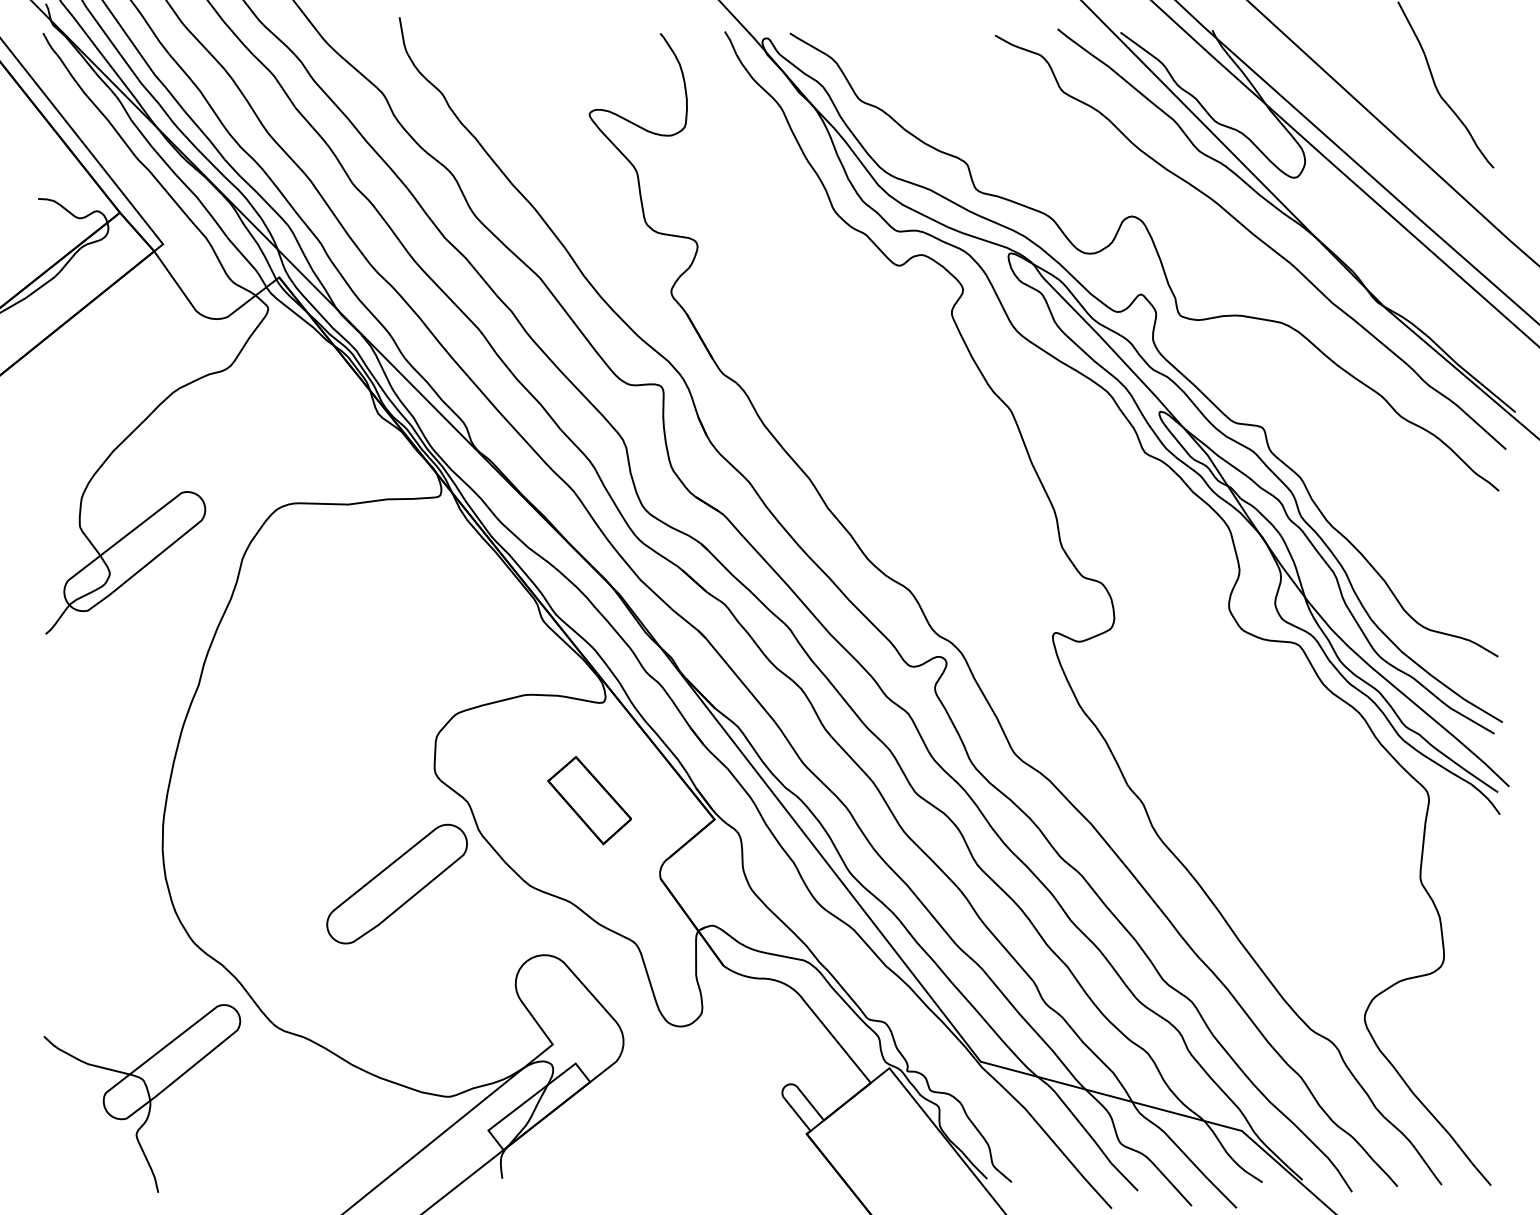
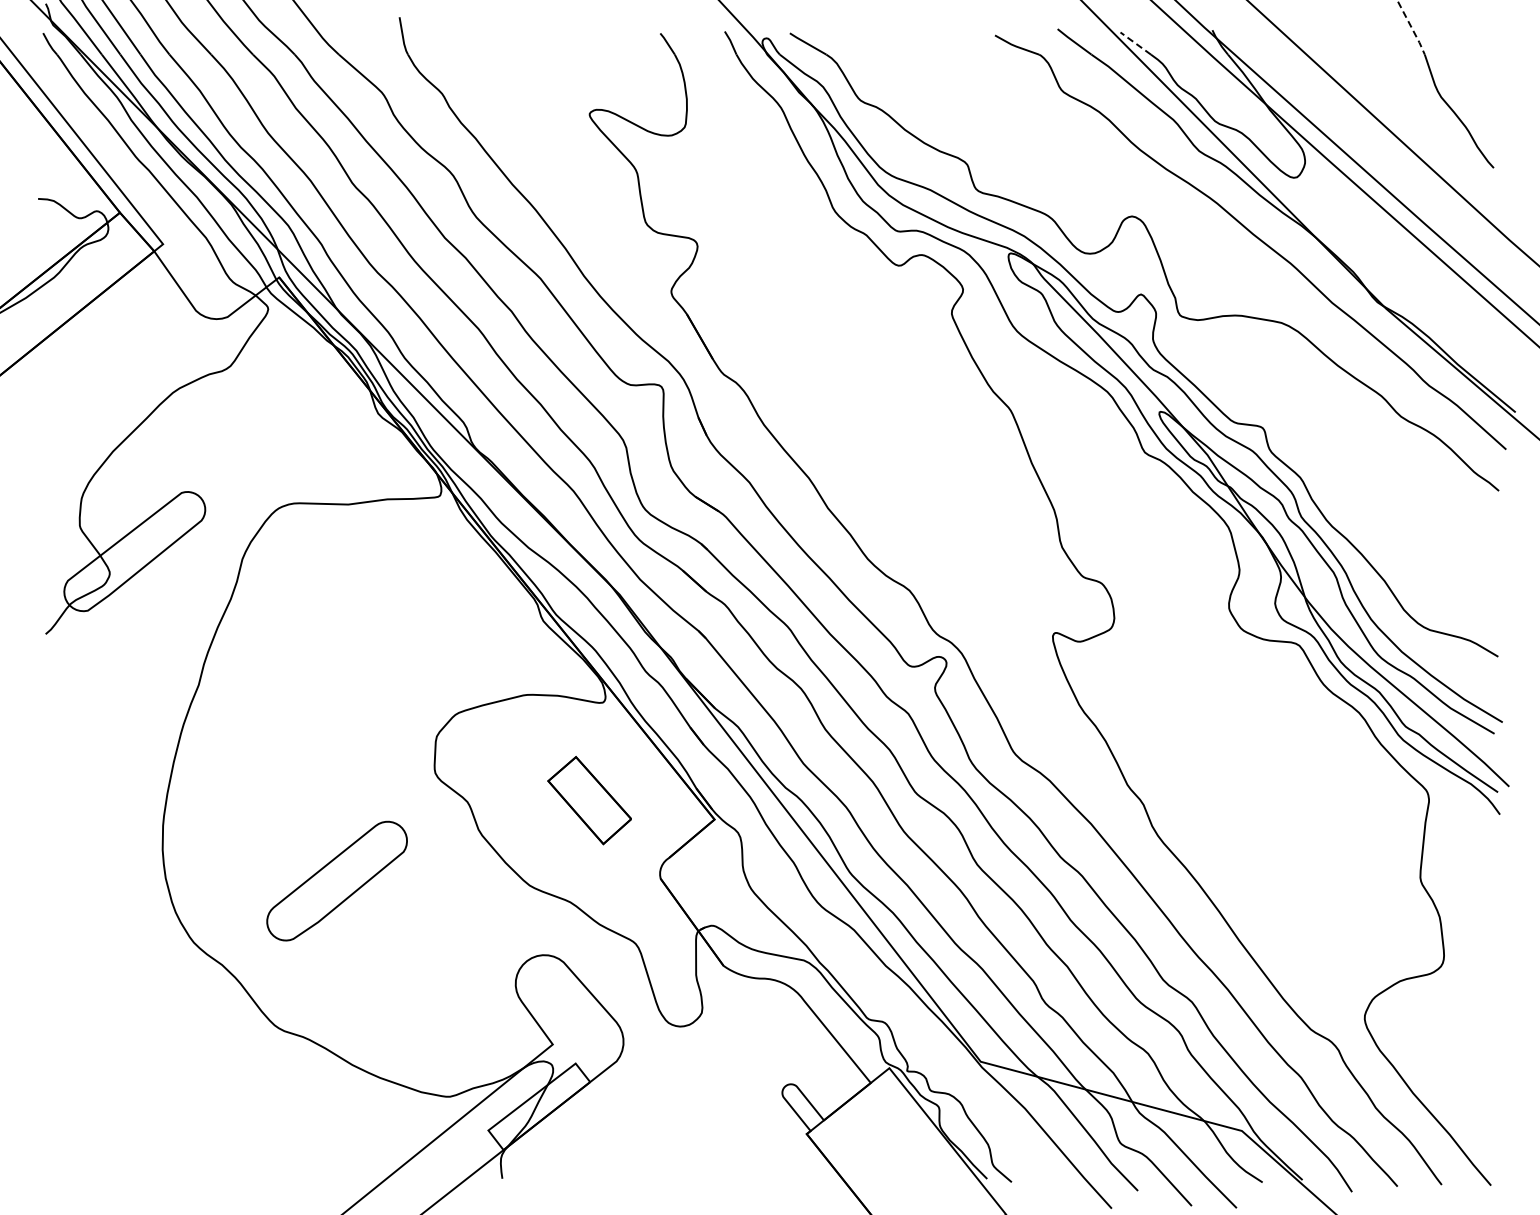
line at (1412, 28): solid -> dashed
line at (1135, 43): solid -> dashed
part at (396, 883) position: (396, 883) -> (336, 880)
part at (142, 1098): present -> none
